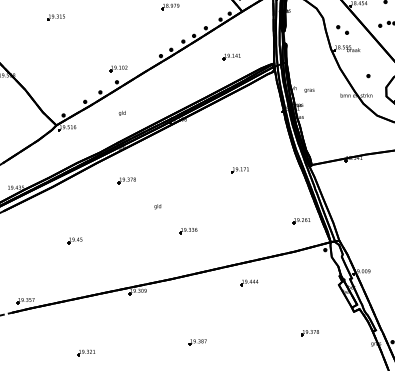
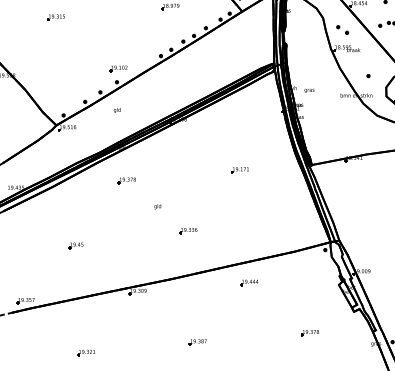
part at (231, 56): present -> none
text at (121, 113) position: (121, 113) -> (116, 110)
part at (301, 221): present -> none
part at (74, 240) position: (74, 240) -> (75, 245)
